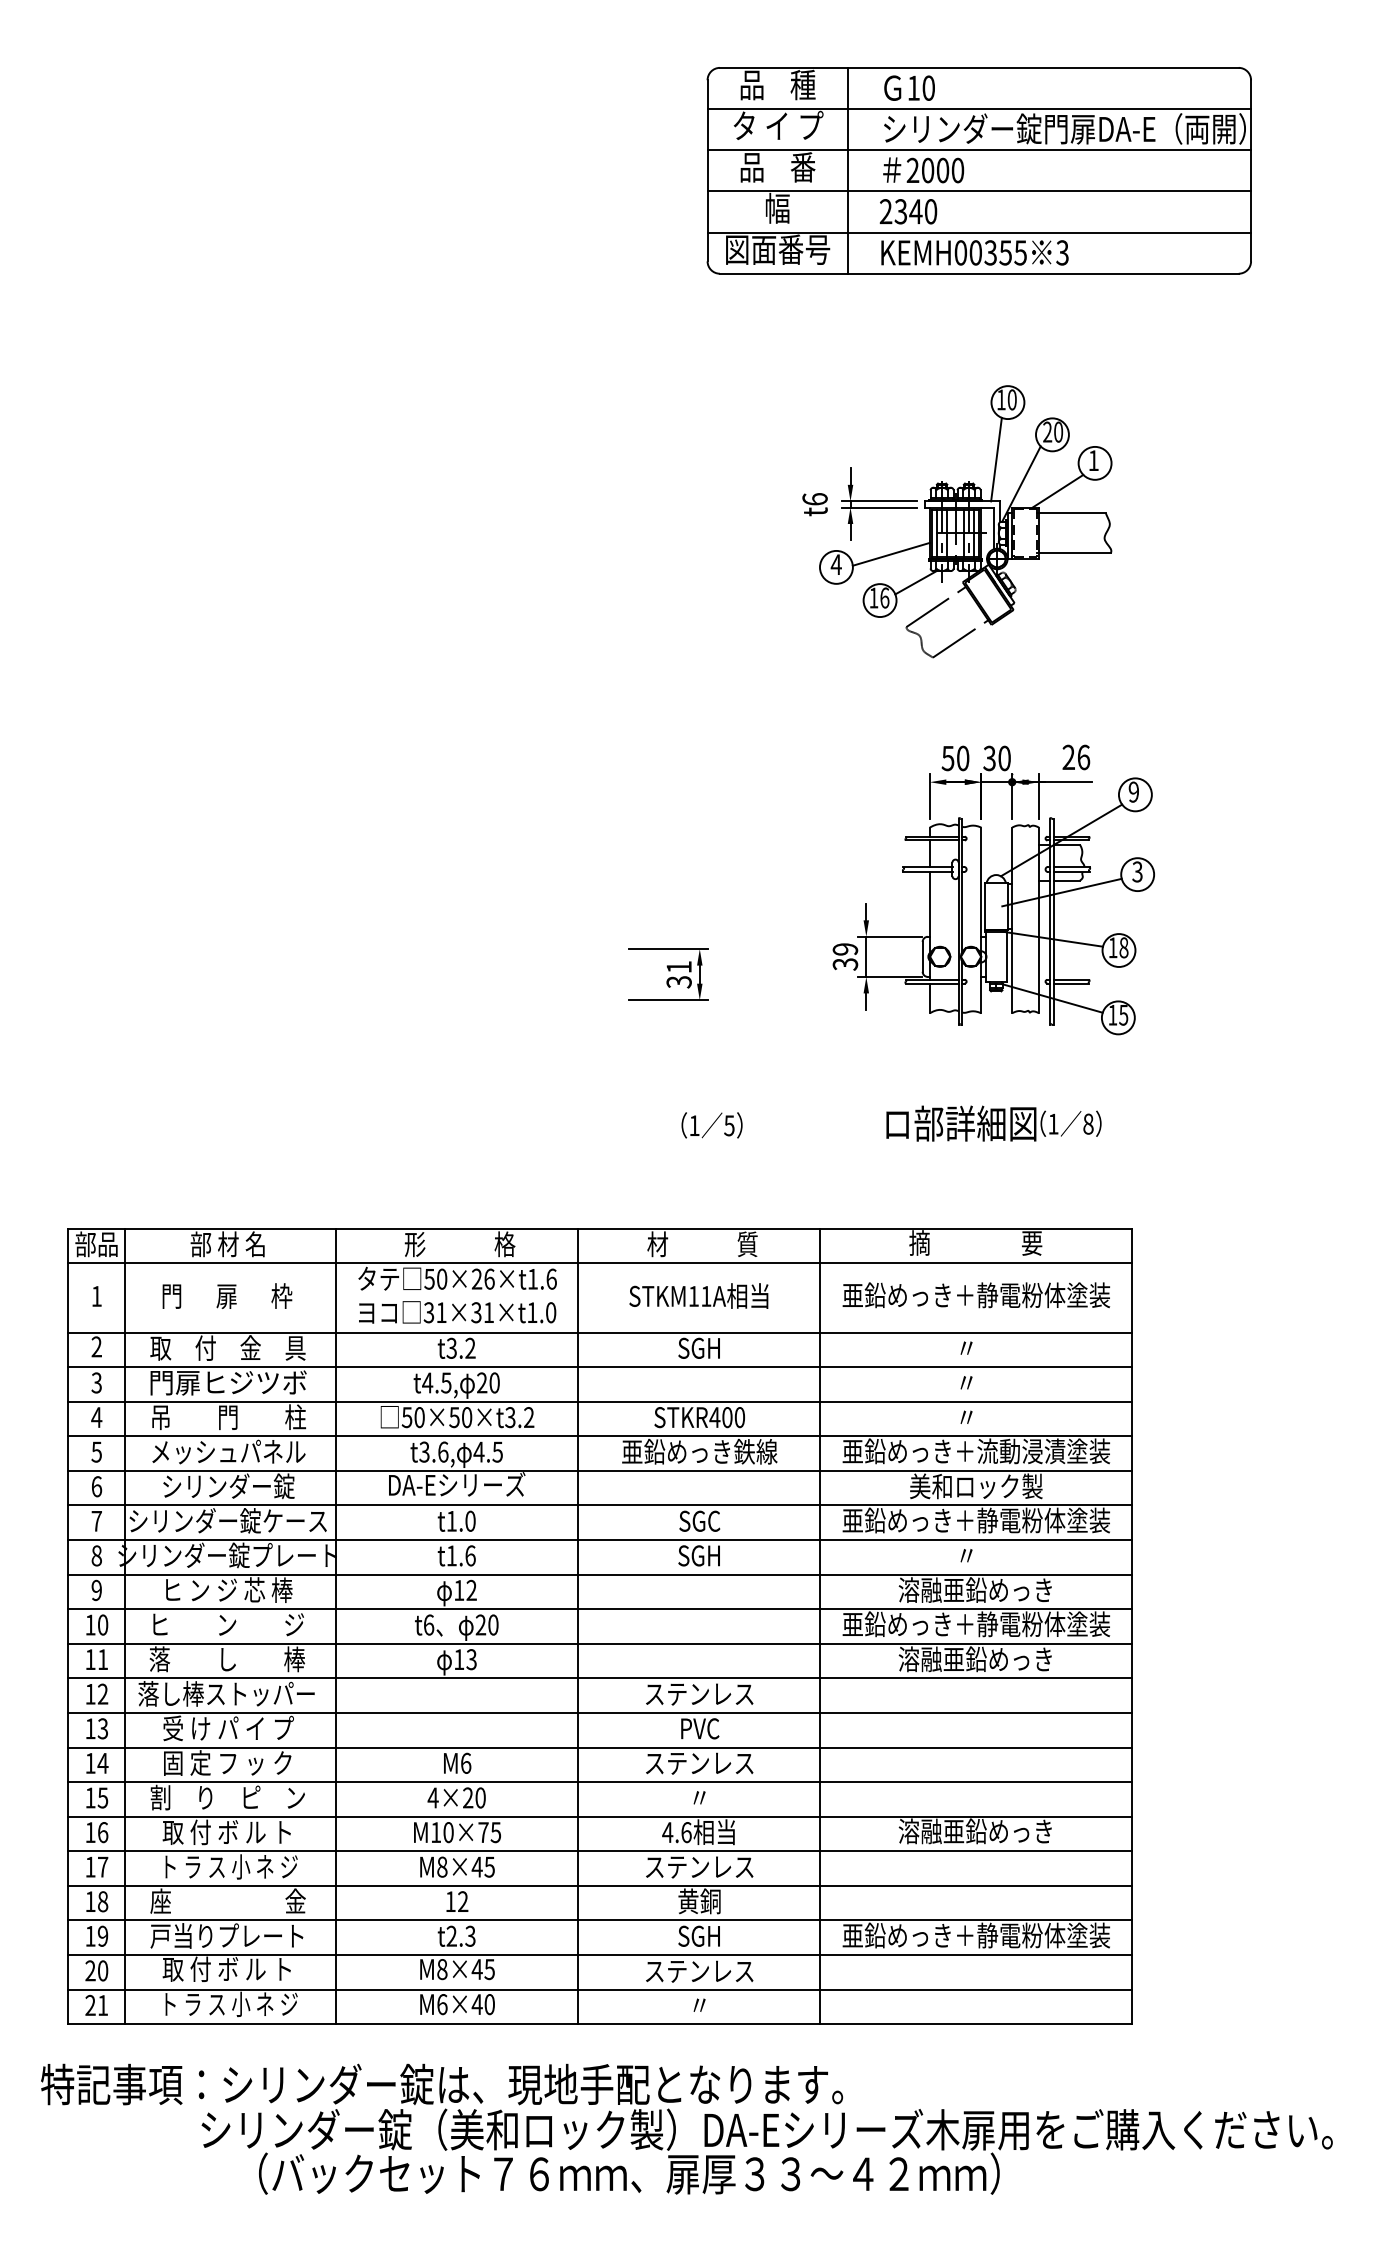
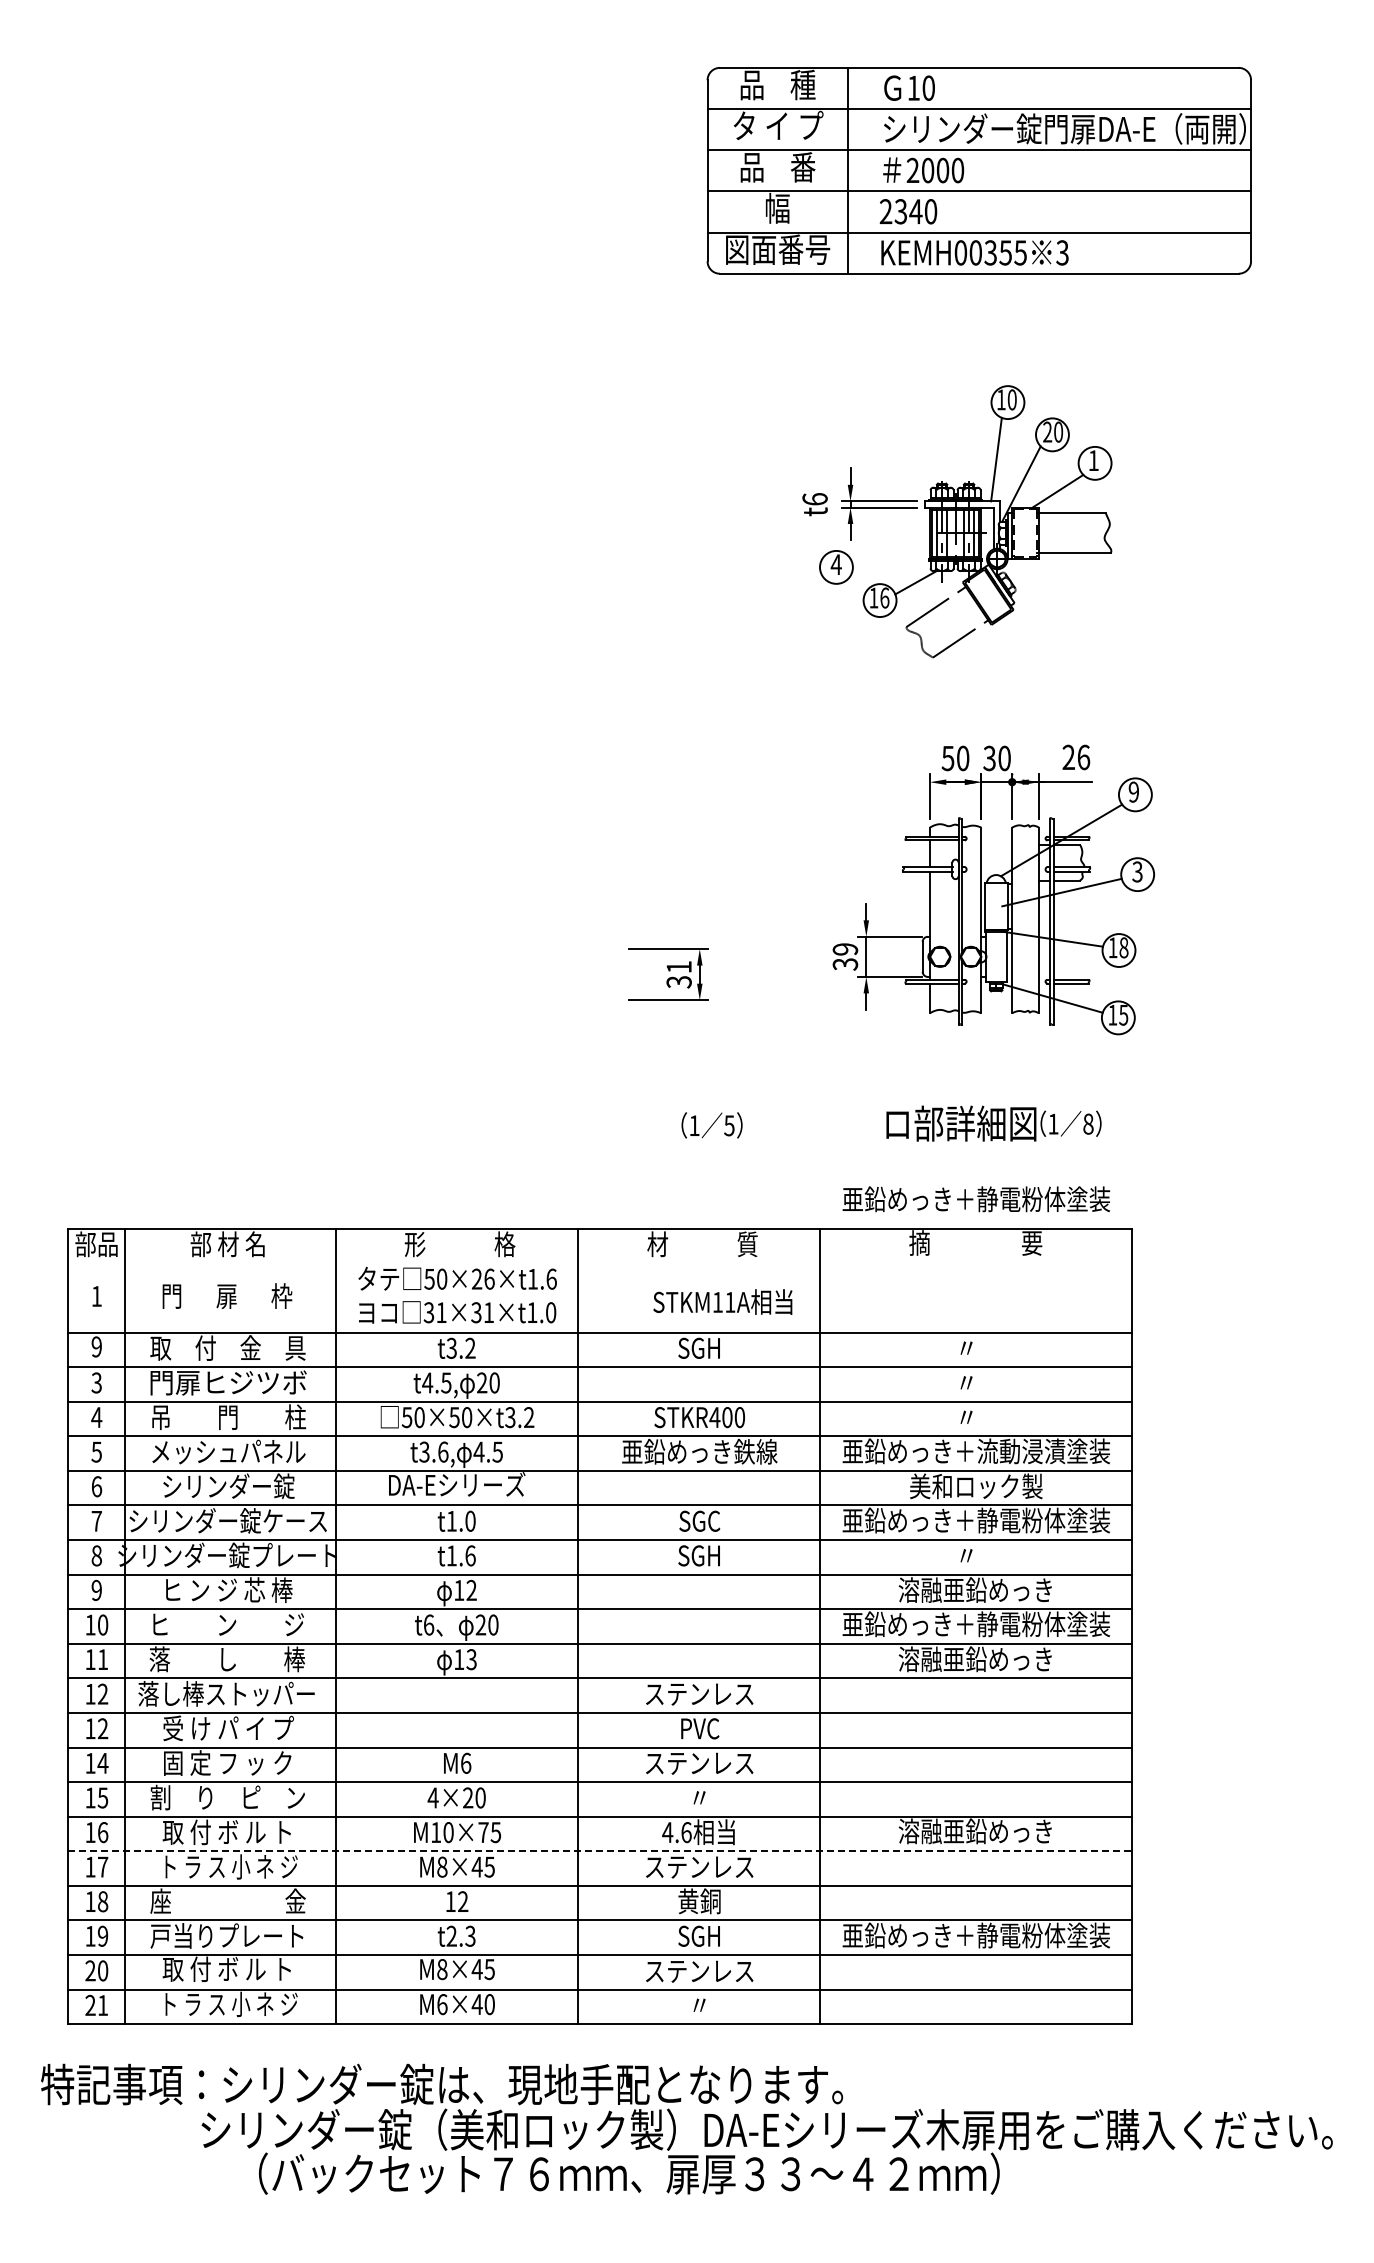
line at (890, 553): present -> none
line at (599, 1263): present -> none
text at (698, 1295) position: (698, 1295) -> (722, 1301)
text at (976, 1295) position: (976, 1295) -> (976, 1199)
text at (96, 1346): 2 -> 9
text at (102, 1728): 13 -> 12
line at (600, 1851): solid -> dashed
